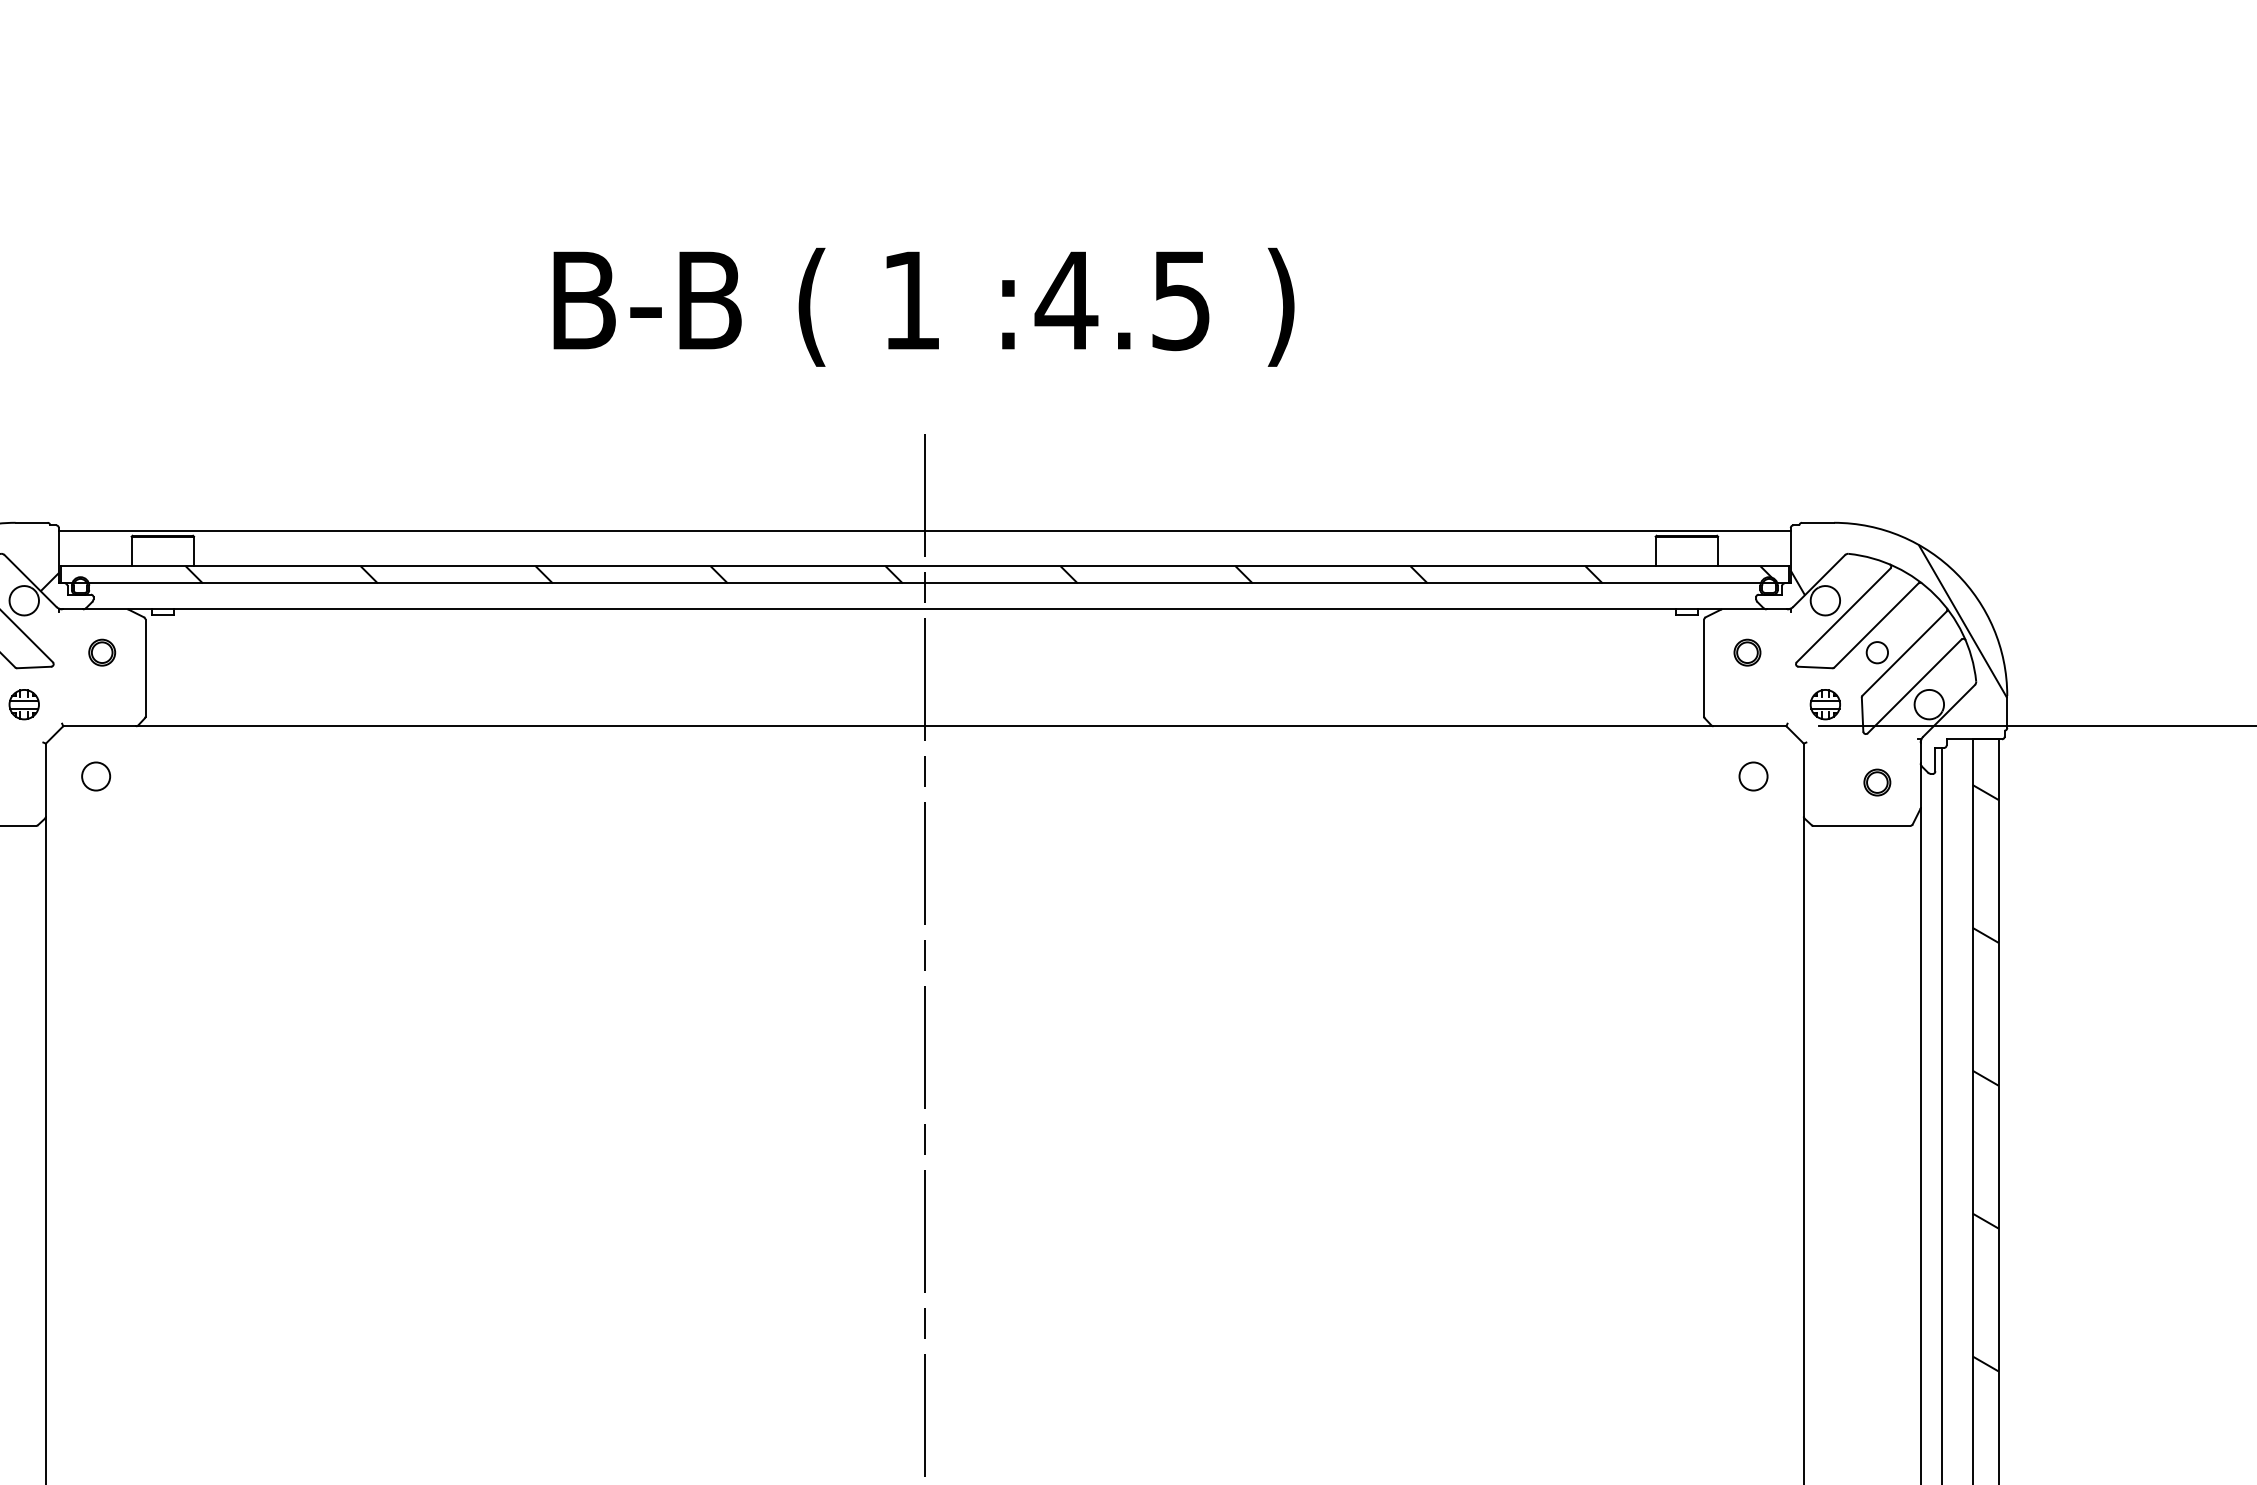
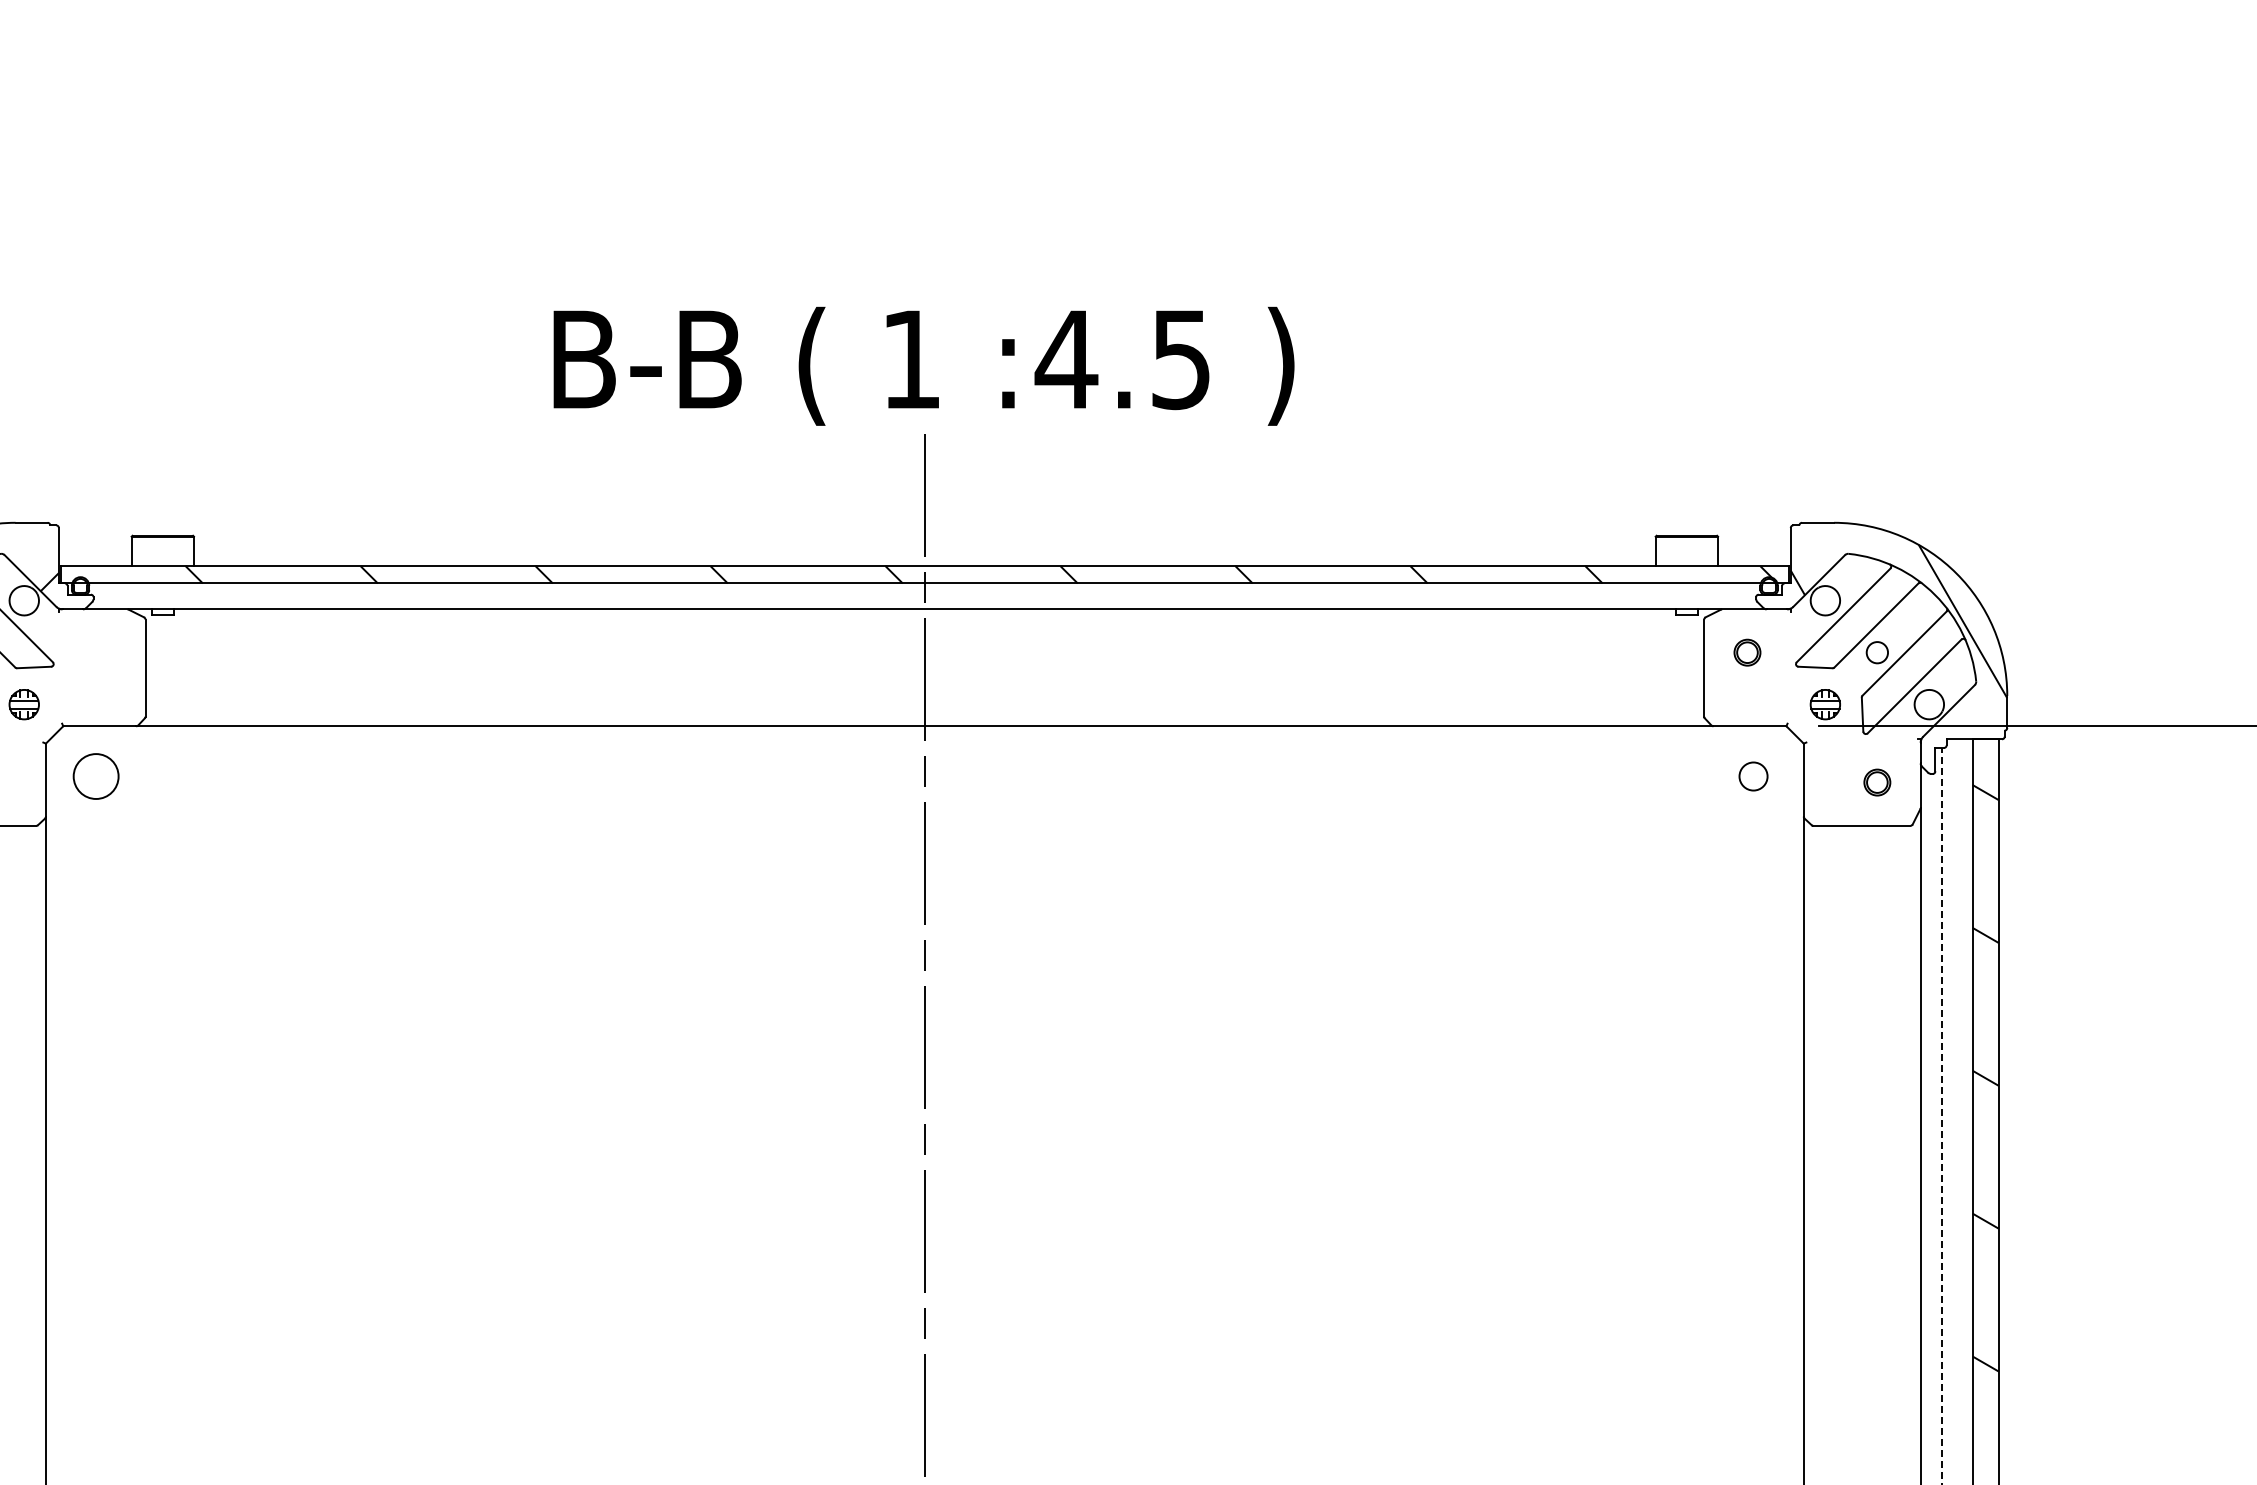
text at (923, 306) position: (923, 306) -> (923, 365)
line at (924, 531): present -> none
part at (102, 652): present -> none
circle at (96, 776) diameter: 28 px -> 45 px
line at (1942, 1115): solid -> dashed
